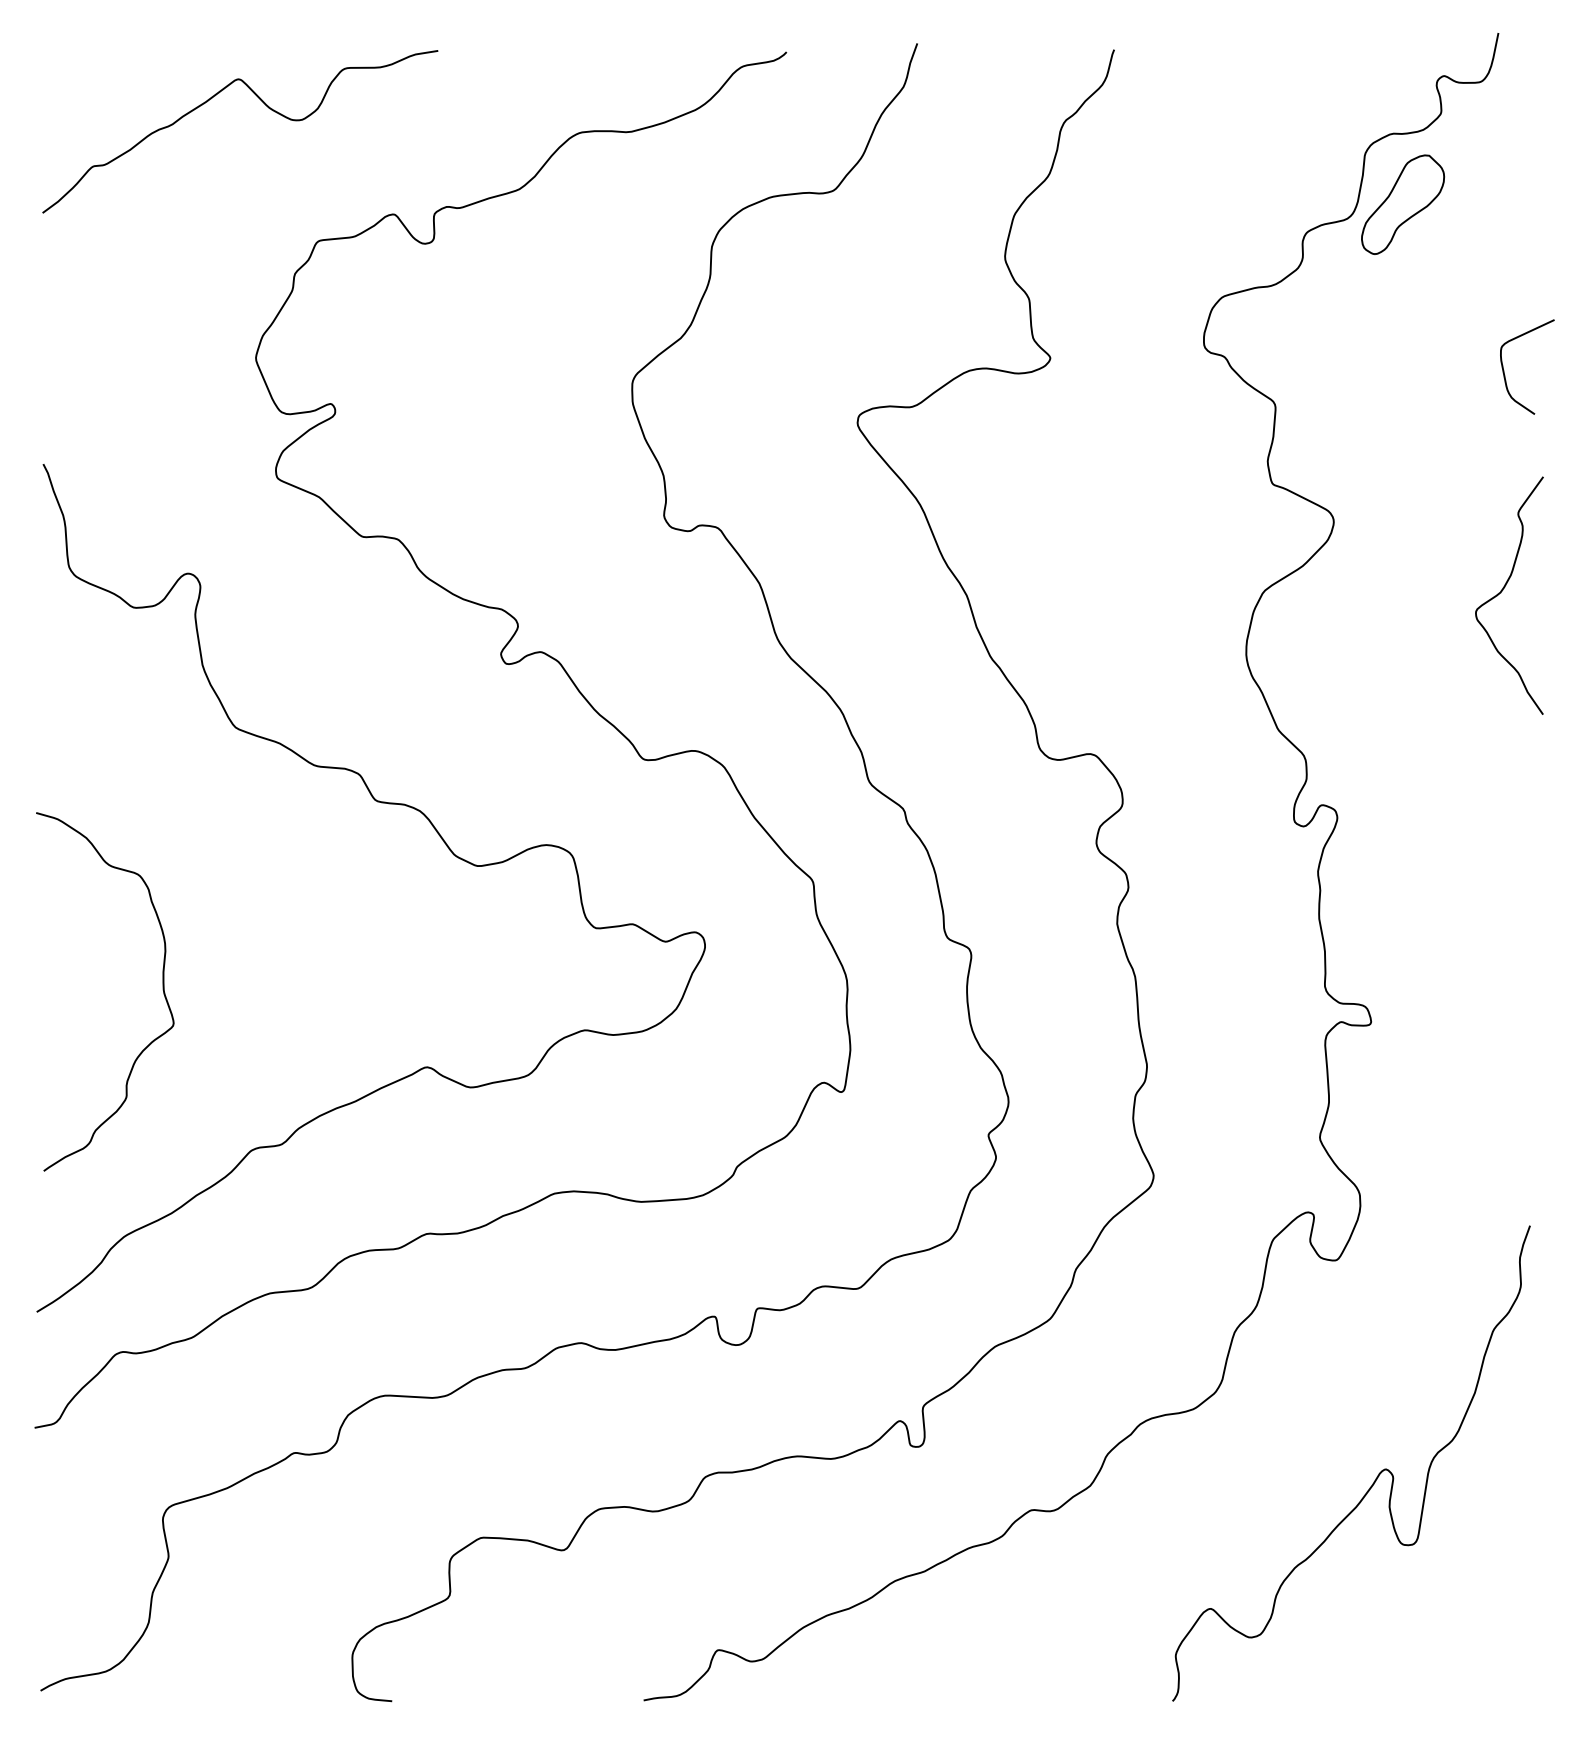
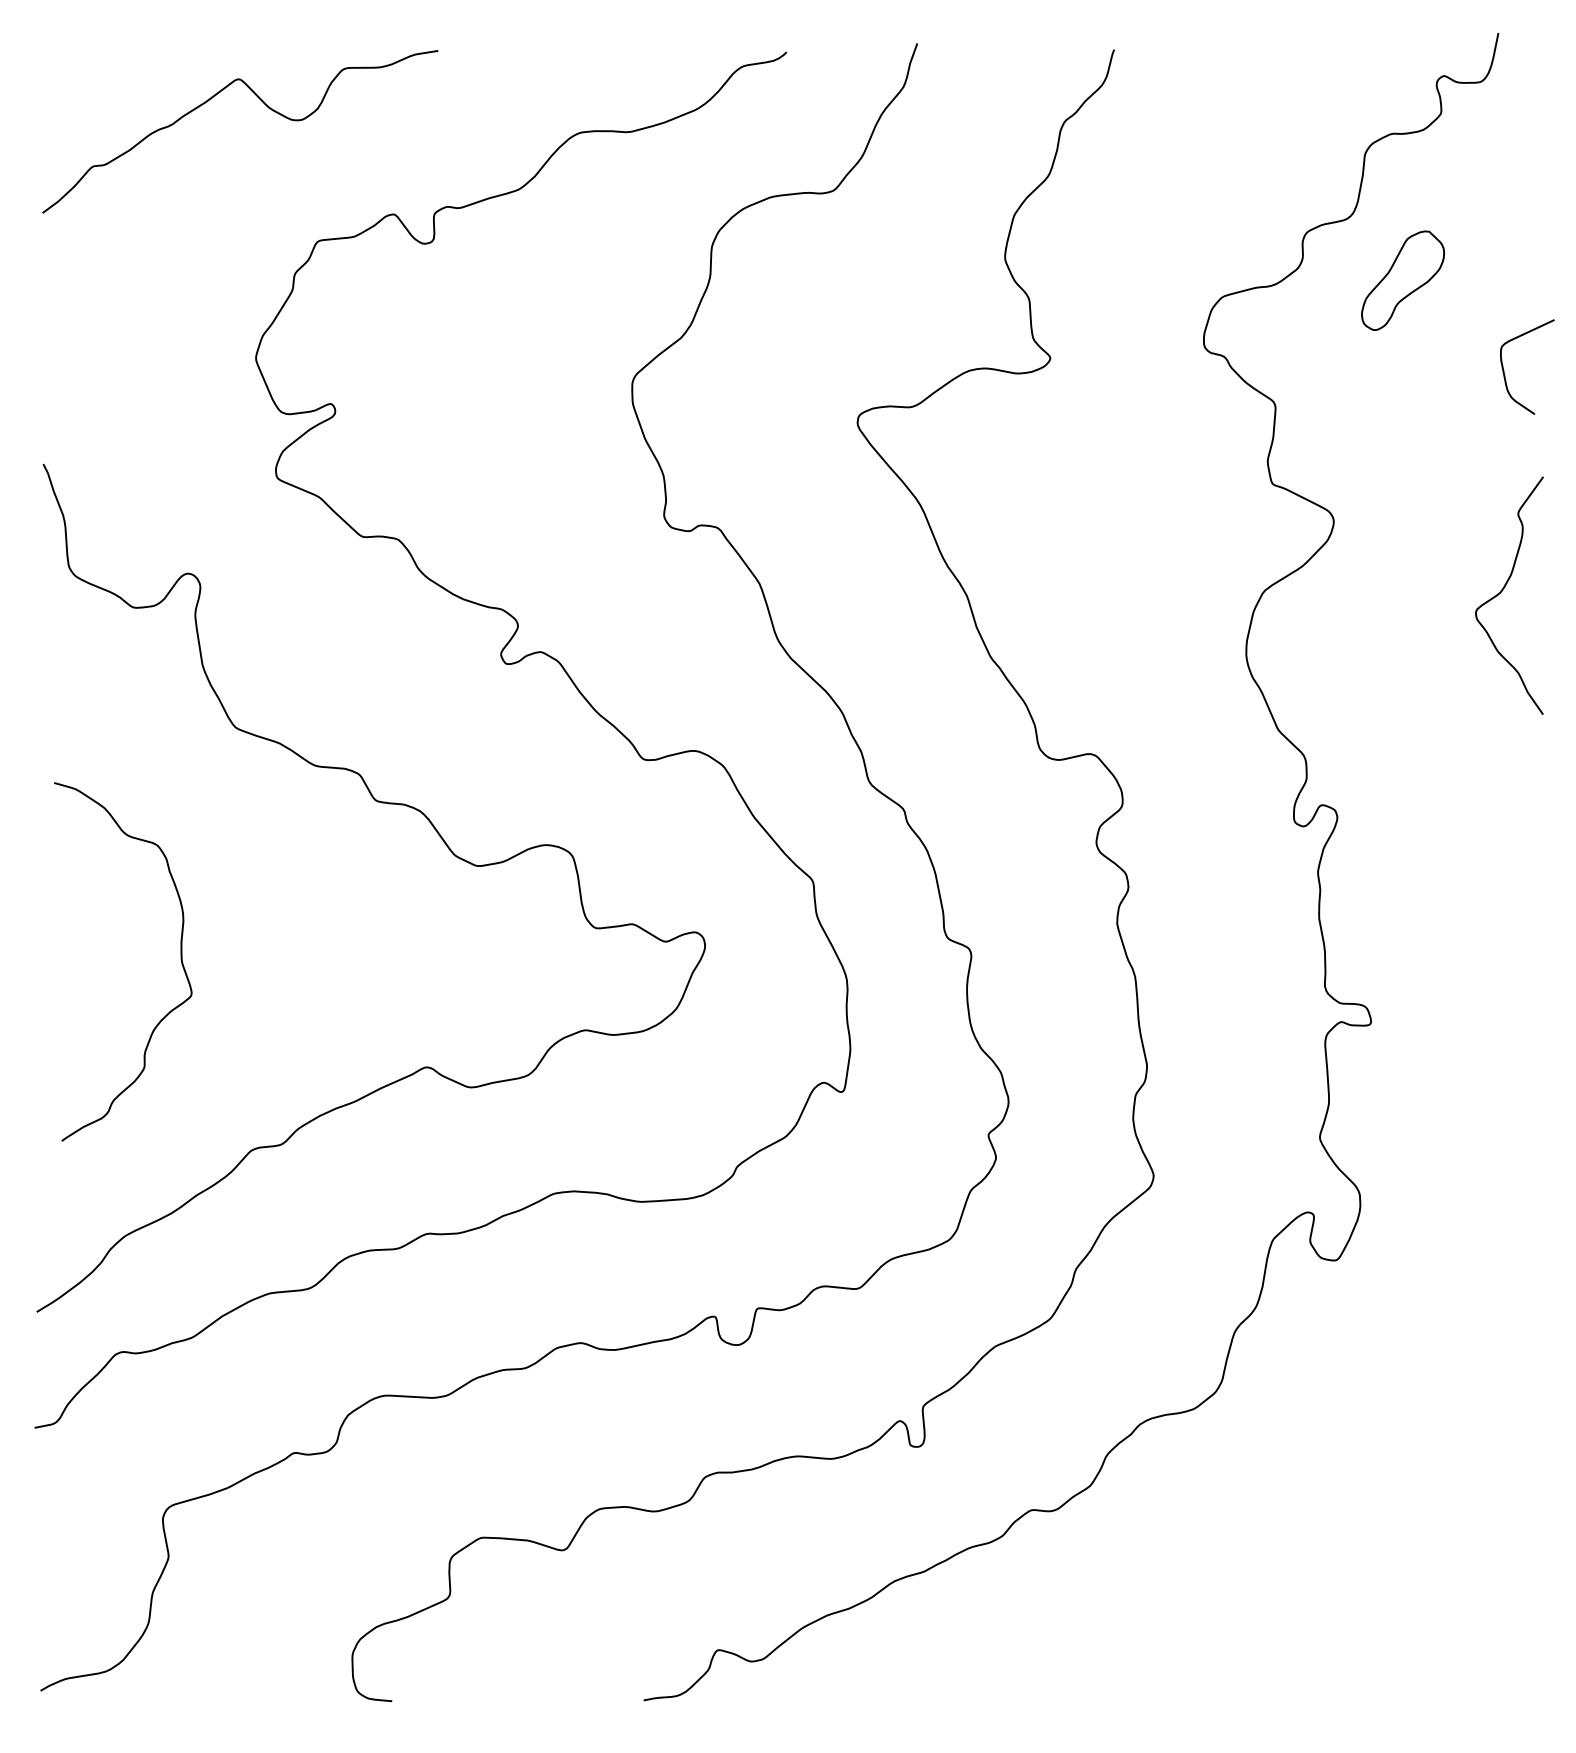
part at (1403, 204) position: (1403, 204) -> (1403, 280)
curve at (162, 990) position: (162, 990) -> (180, 960)
curve at (1375, 1478): present -> none
